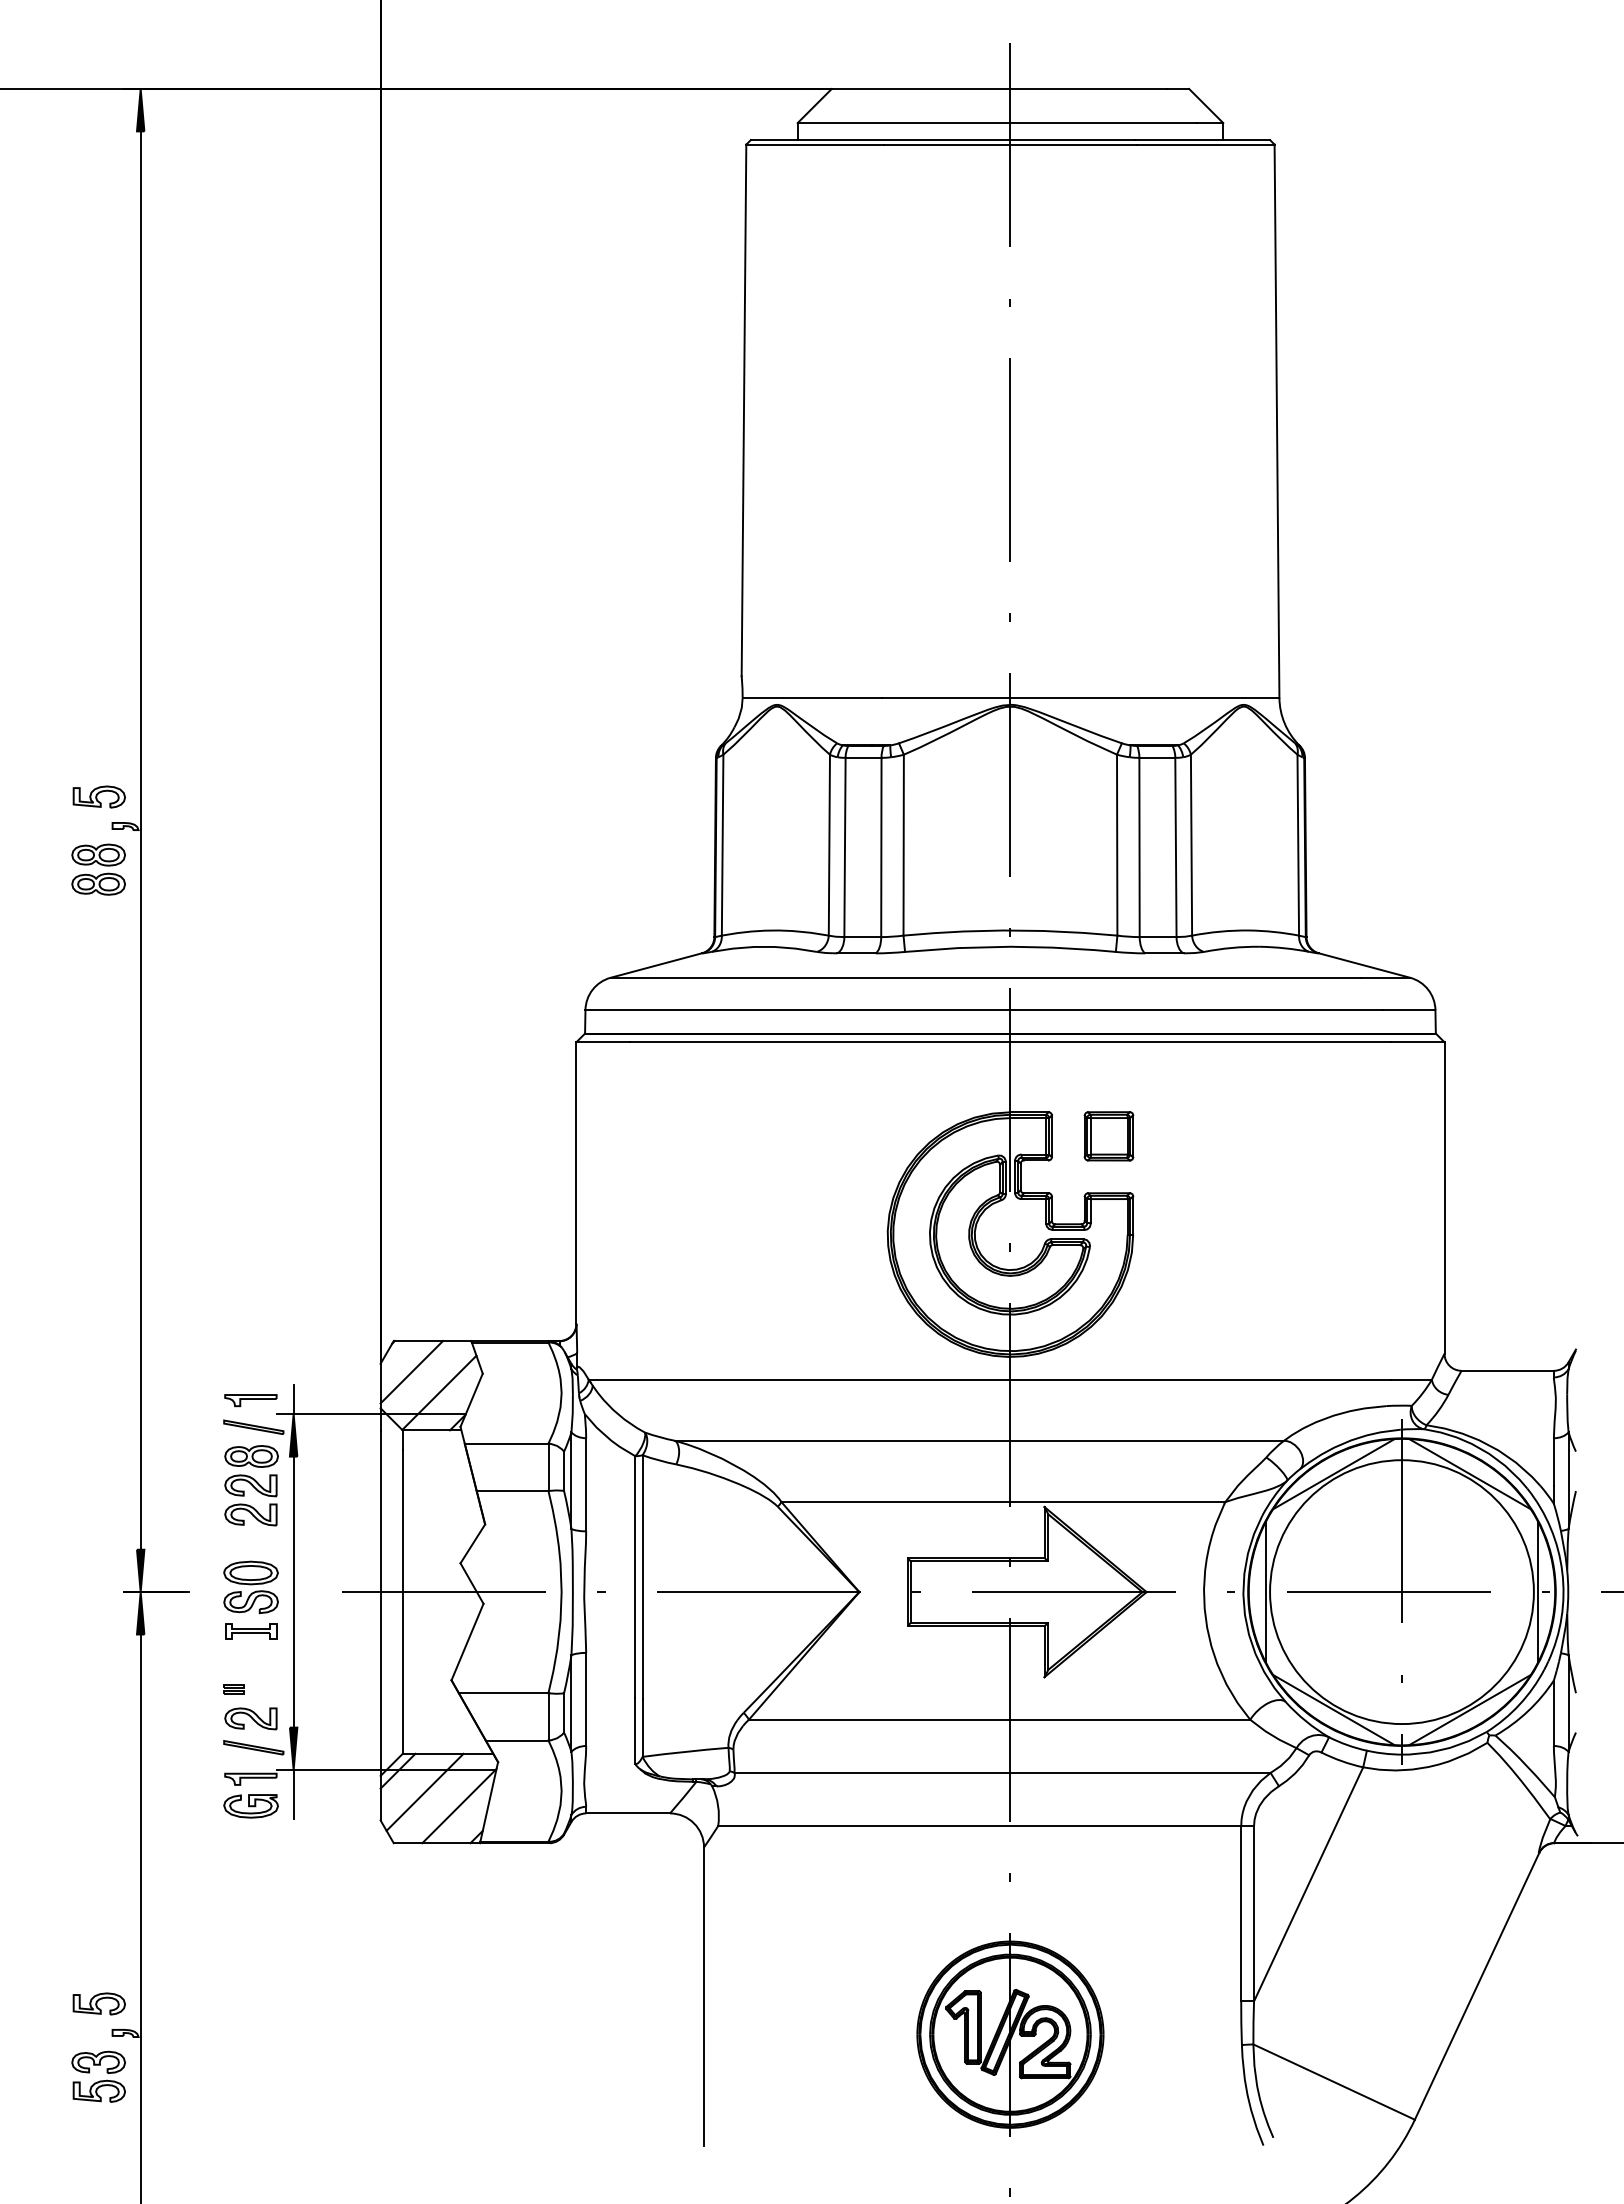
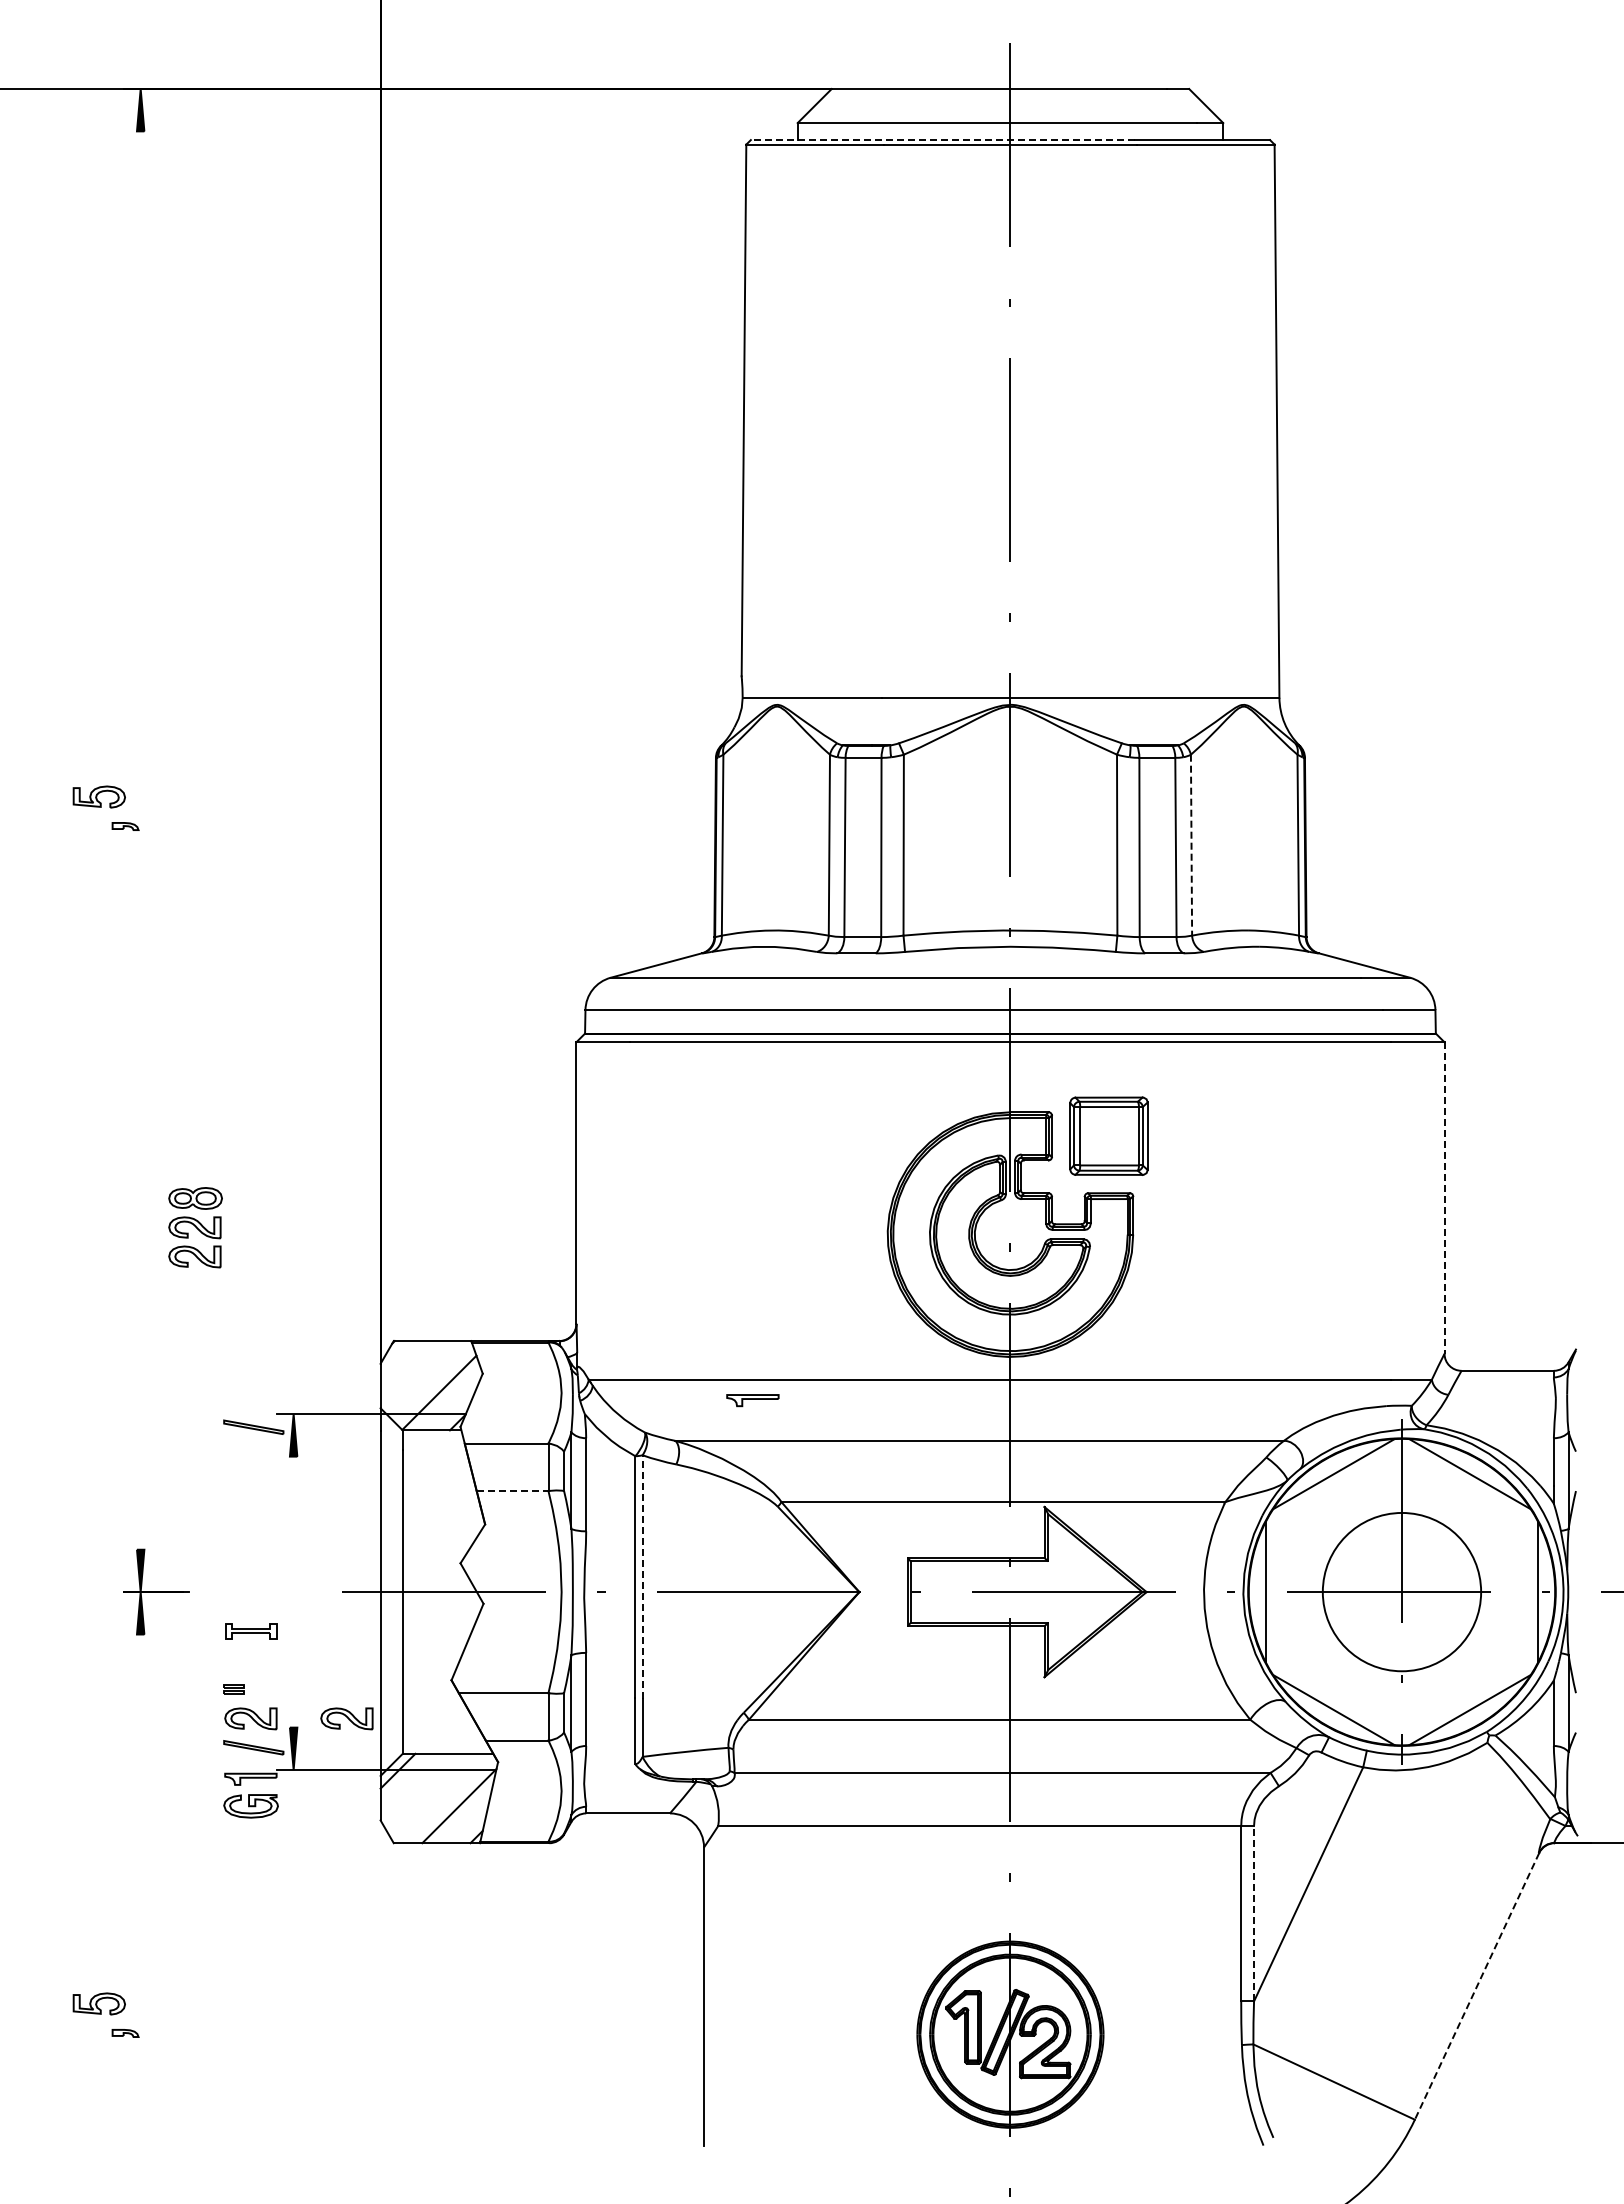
line at (942, 140): solid -> dashed
line at (140, 840): present -> none
line at (1191, 845): solid -> dashed
part at (98, 869): present -> none
part at (1108, 1136) size: 52x51 px -> 80x80 px
line at (1444, 1198): solid -> dashed
line at (411, 1372): present -> none
line at (293, 1399): present -> none
part at (250, 1400) position: (250, 1400) -> (752, 1400)
part at (251, 1485) position: (251, 1485) -> (195, 1227)
line at (512, 1490): solid -> dashed
line at (642, 1577): solid -> dashed
part at (250, 1587): present -> none
line at (293, 1591): present -> none
circle at (1401, 1592) diameter: 264 px -> 158 px
part at (346, 1718): none -> present
line at (424, 1791): present -> none
line at (293, 1794): present -> none
line at (1254, 1913): solid -> dashed
line at (140, 1917): present -> none
line at (1476, 1986): solid -> dashed
part at (98, 2076): present -> none
